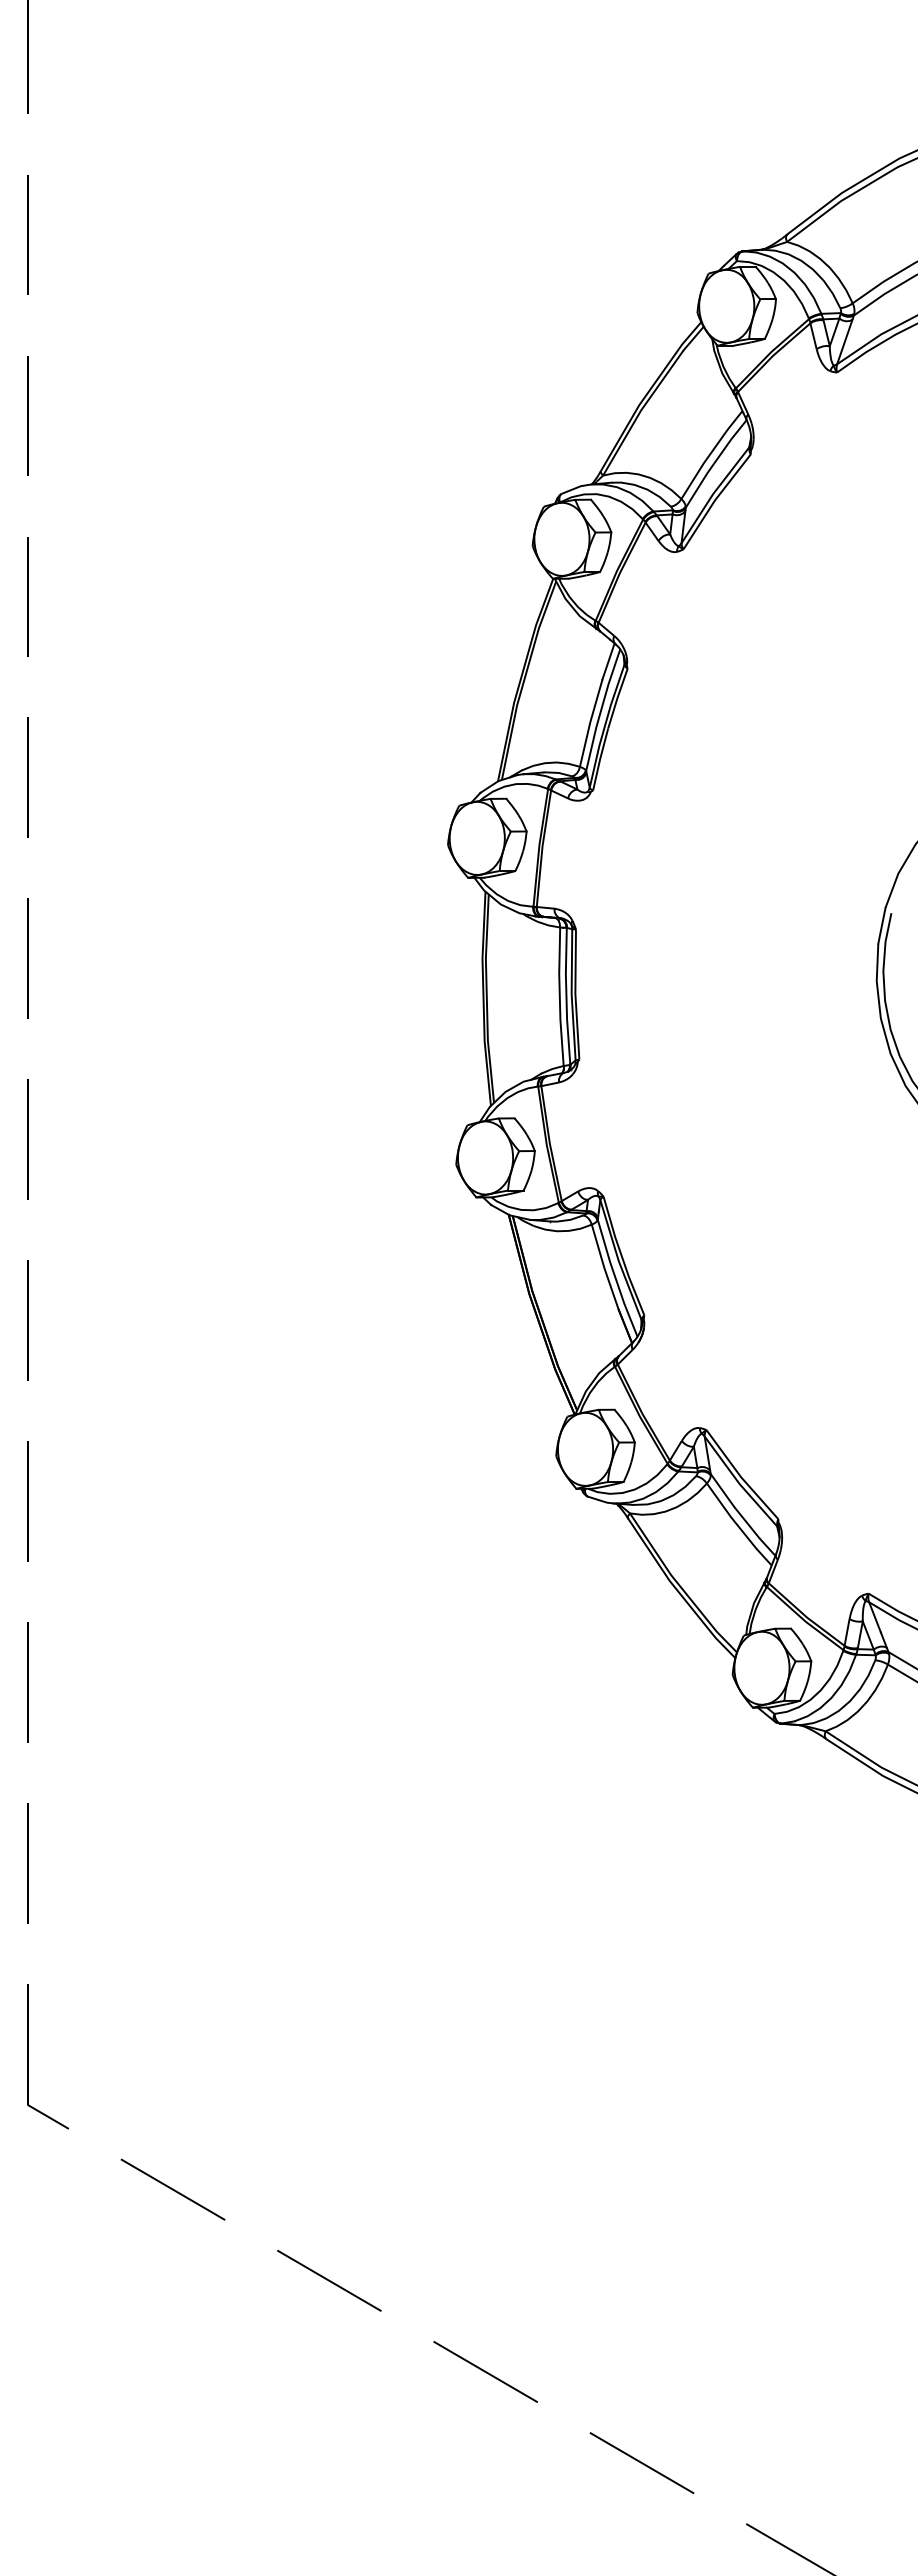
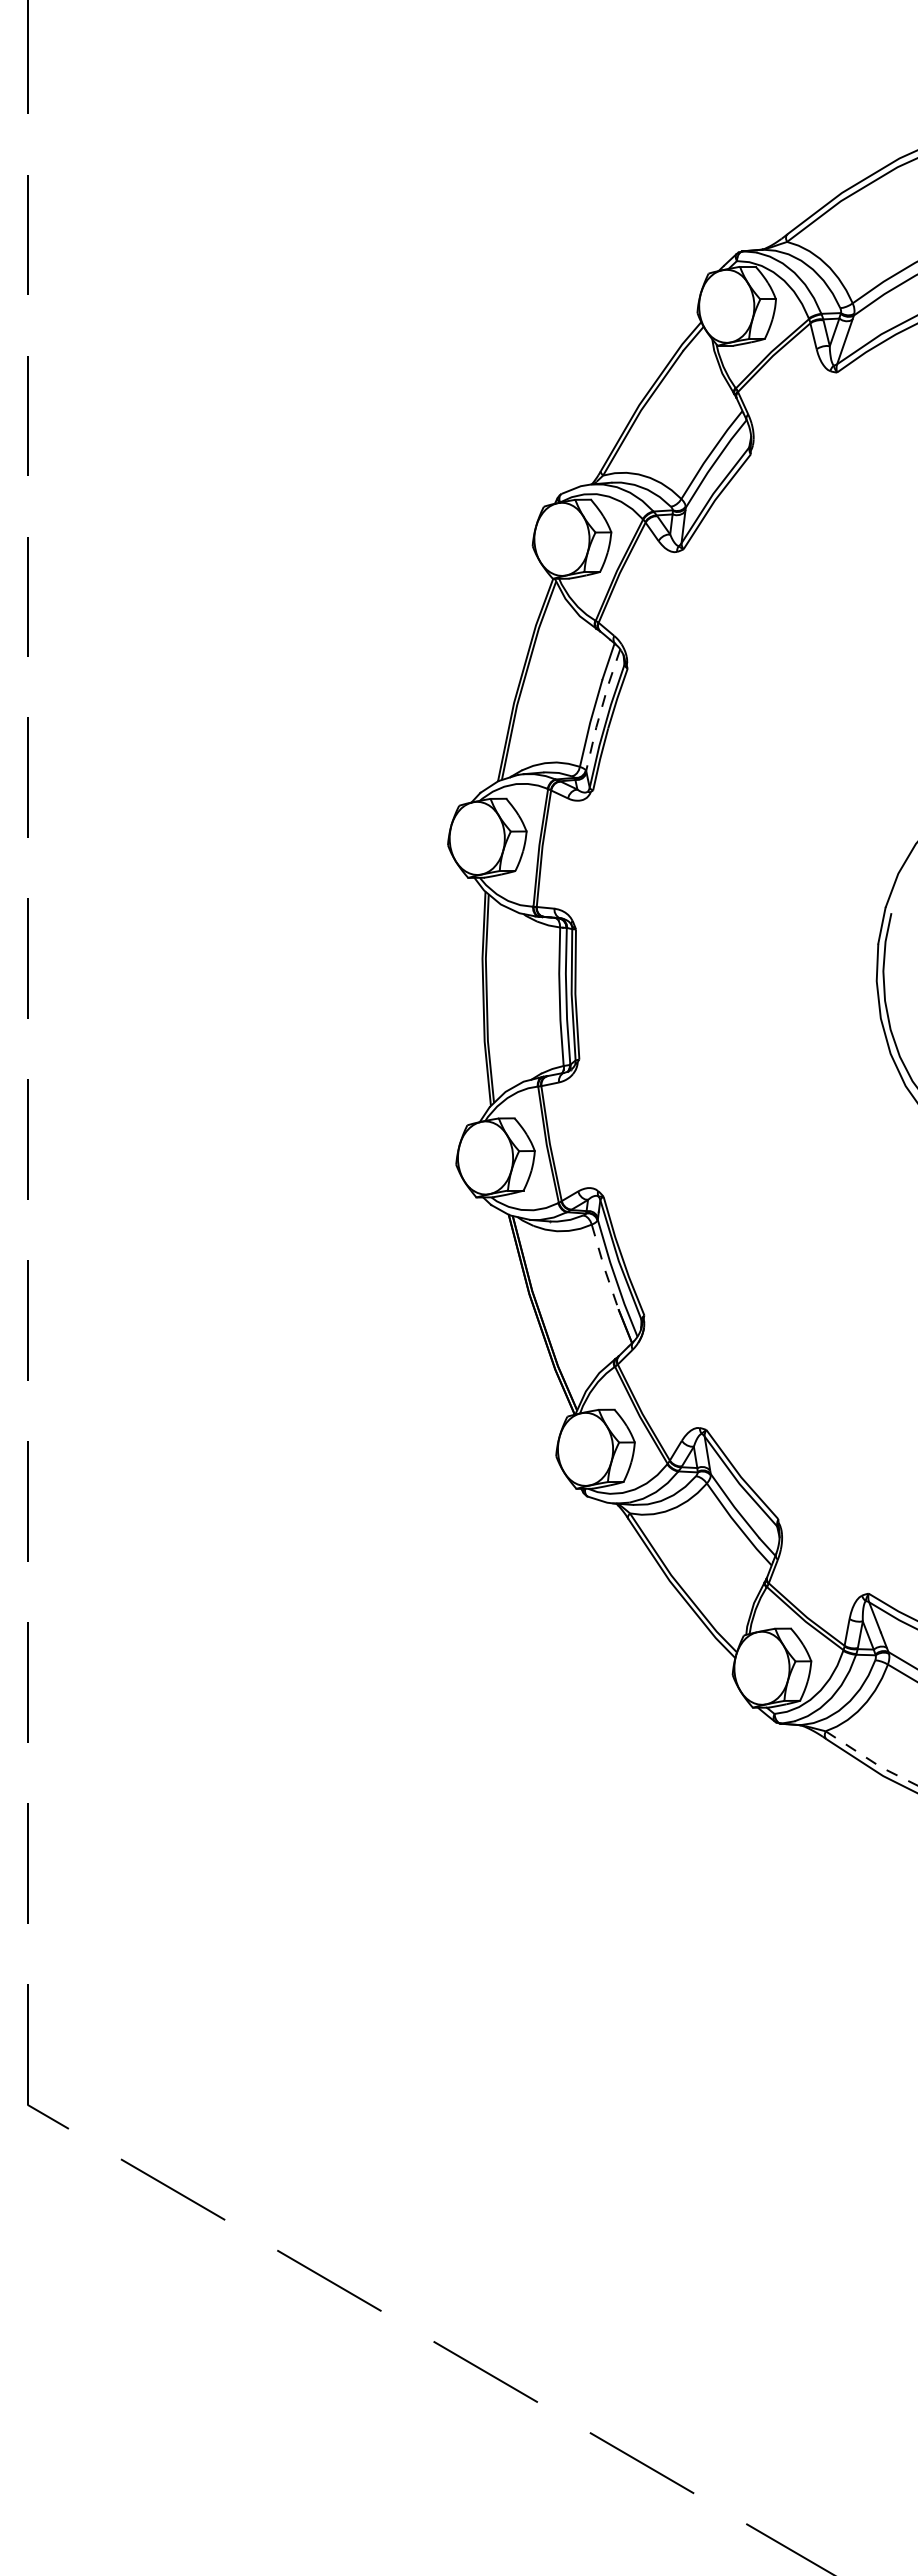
line at (601, 709): solid -> dashed
line at (604, 1267): solid -> dashed
line at (871, 1761): solid -> dashed
